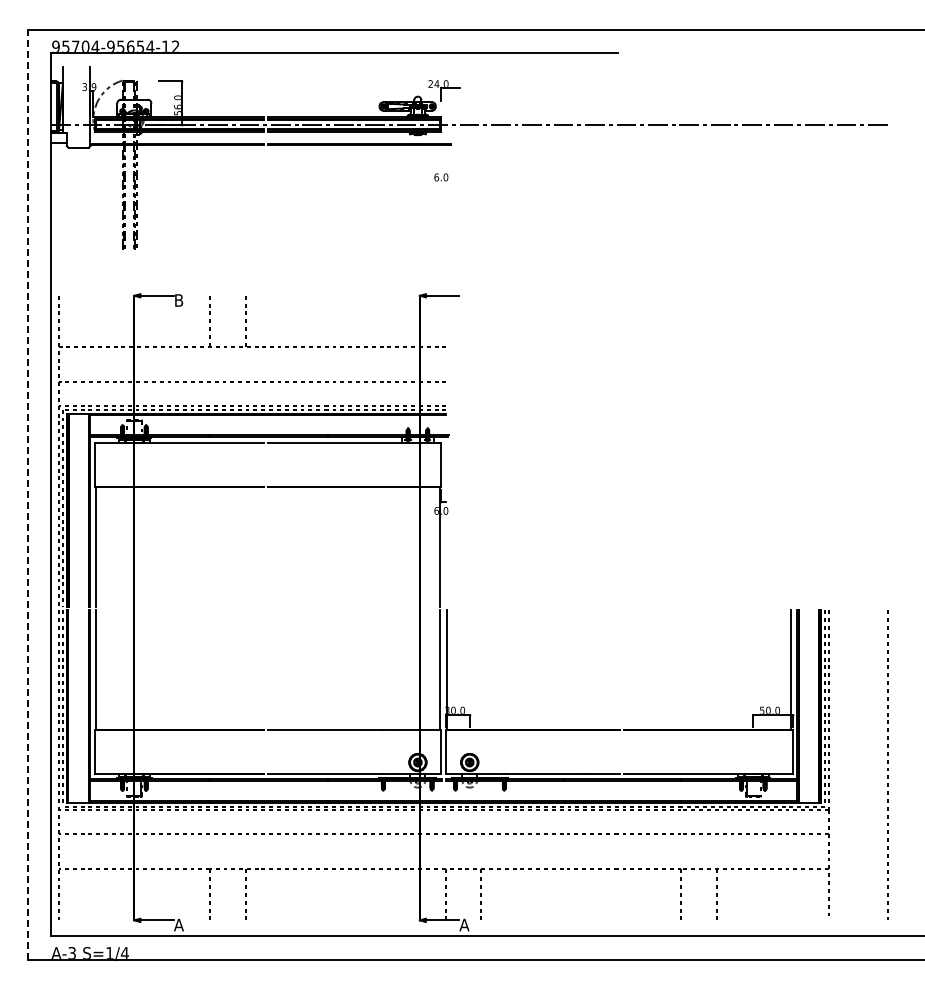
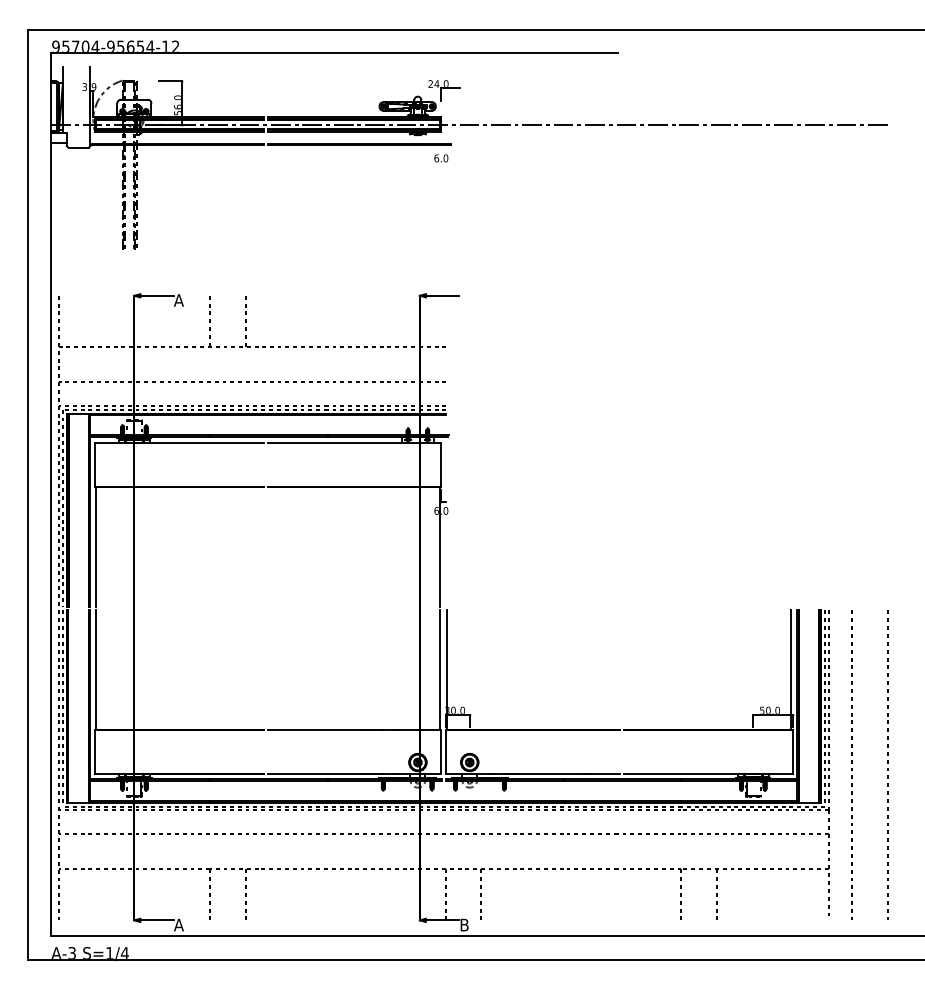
text at (441, 177) position: (441, 177) -> (441, 158)
text at (178, 300): B -> A
line at (27, 494): dashed -> solid
line at (851, 763): none -> present
text at (464, 924): A -> B
